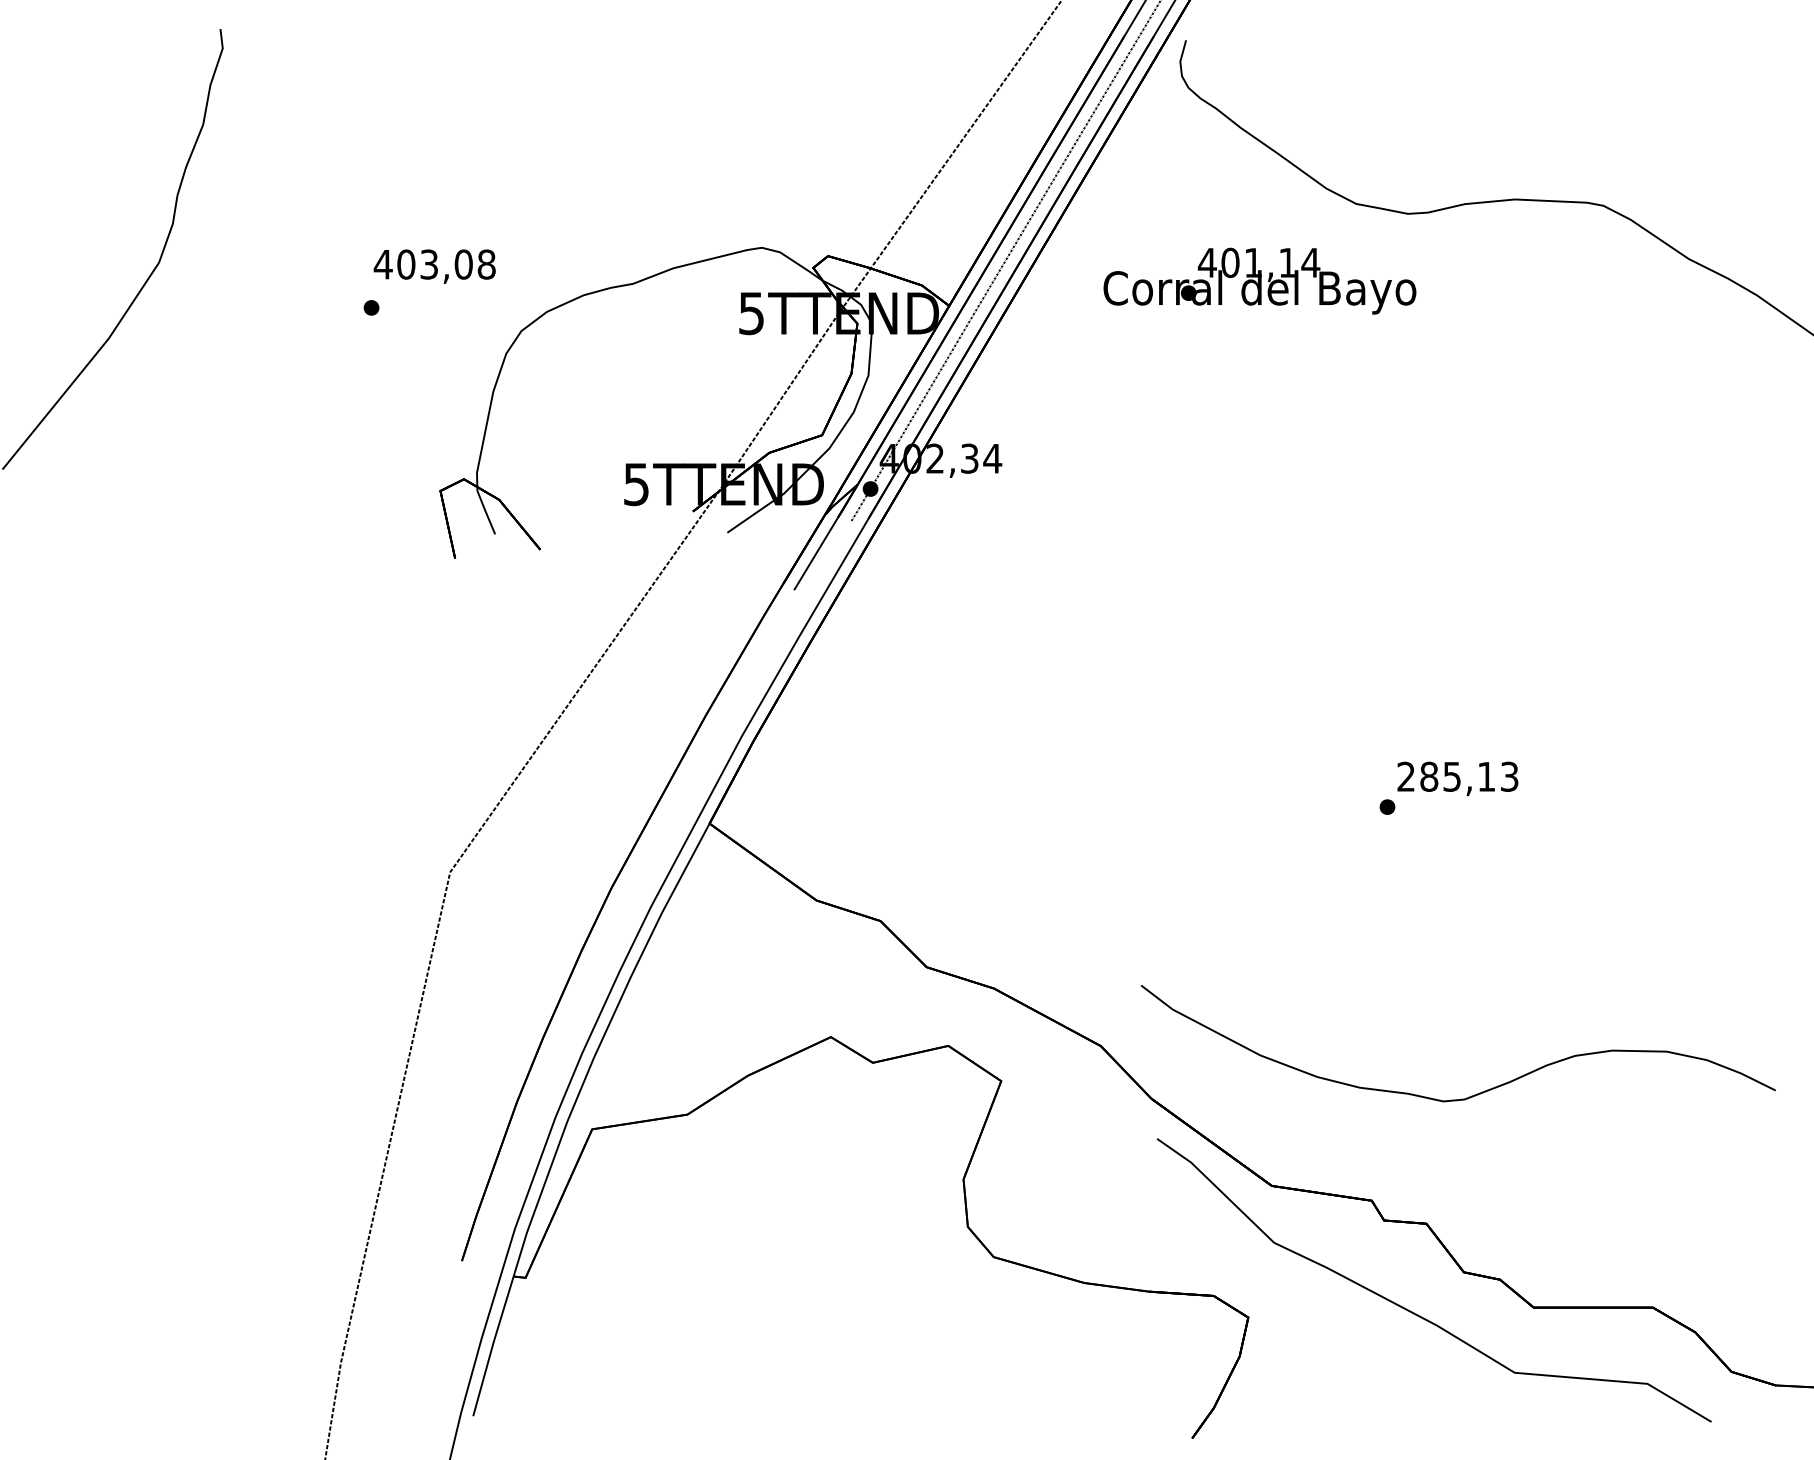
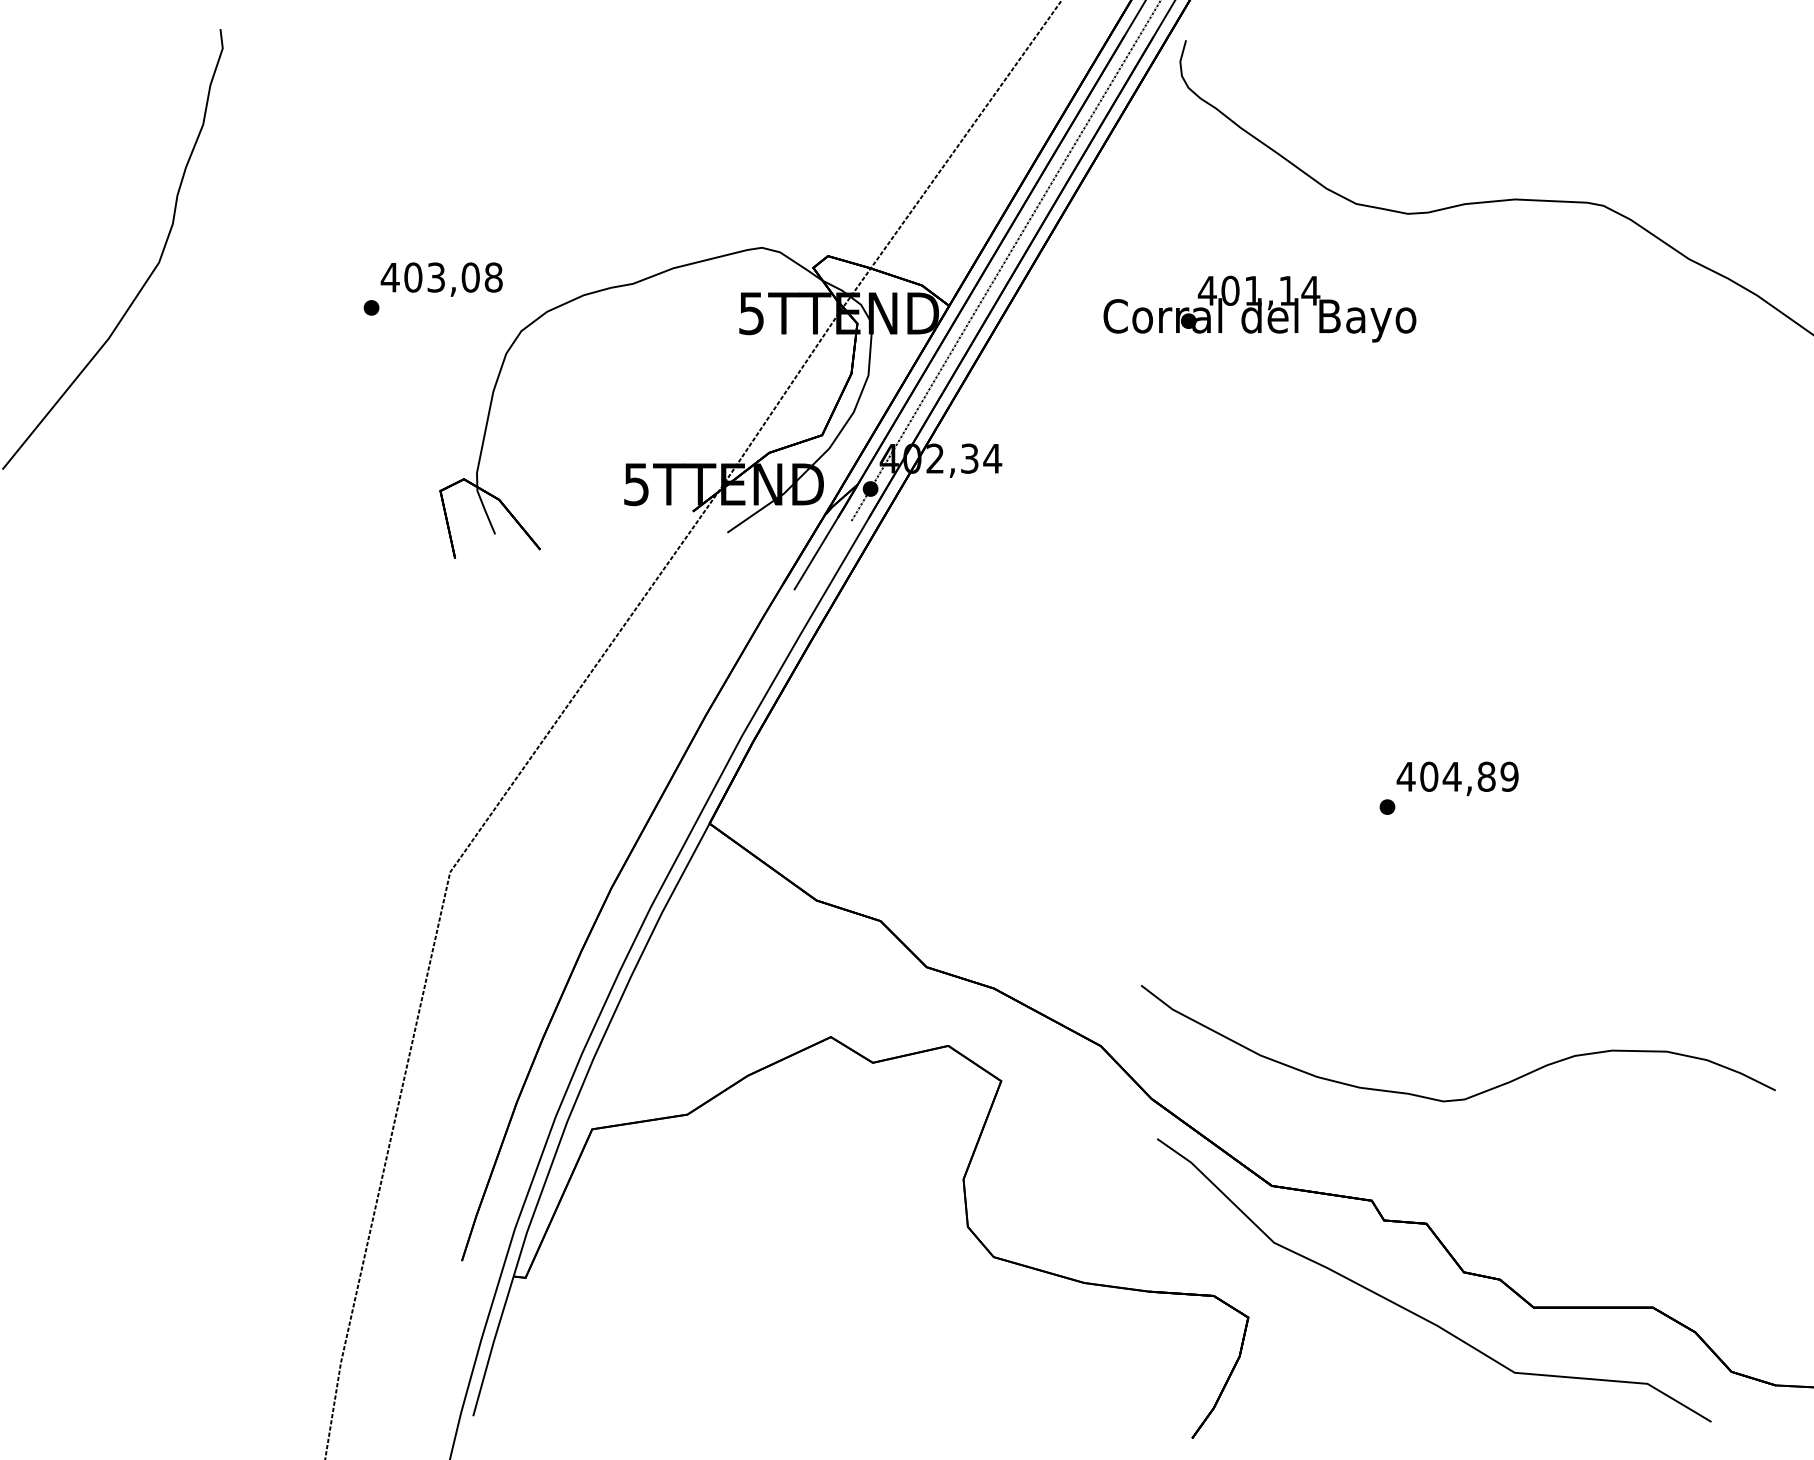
text at (434, 266) position: (434, 266) -> (441, 279)
text at (1259, 280) position: (1259, 280) -> (1259, 308)
text at (1457, 776): 285,13 -> 404,89
